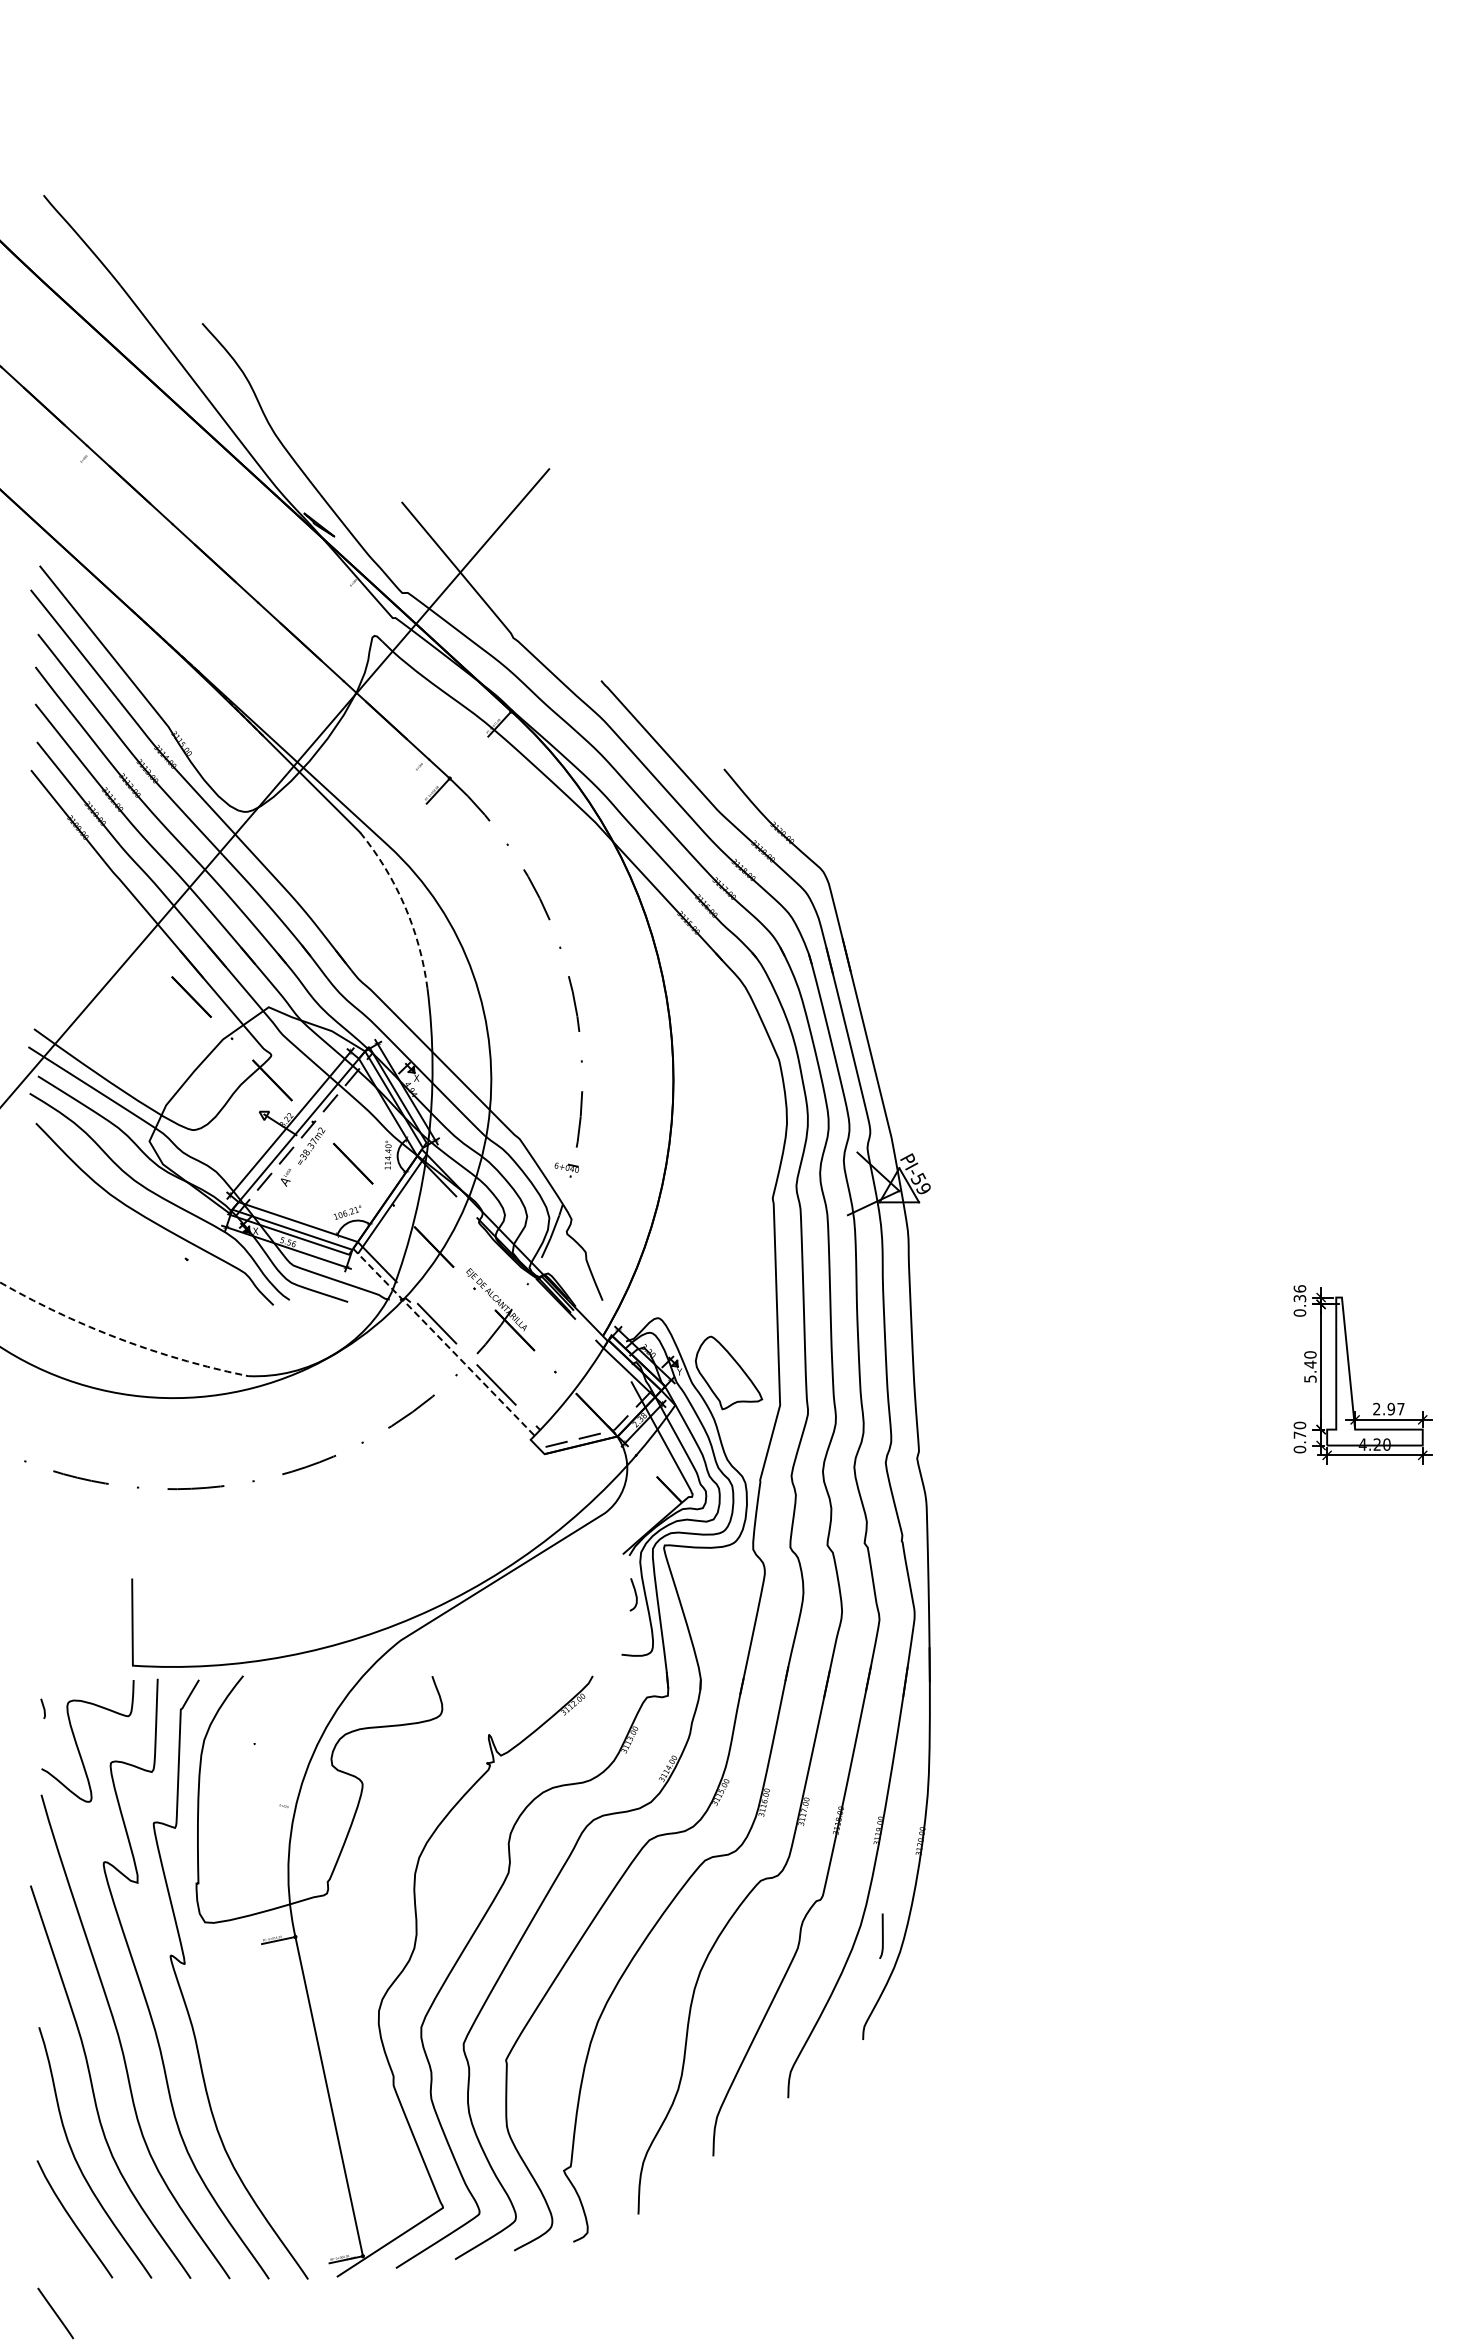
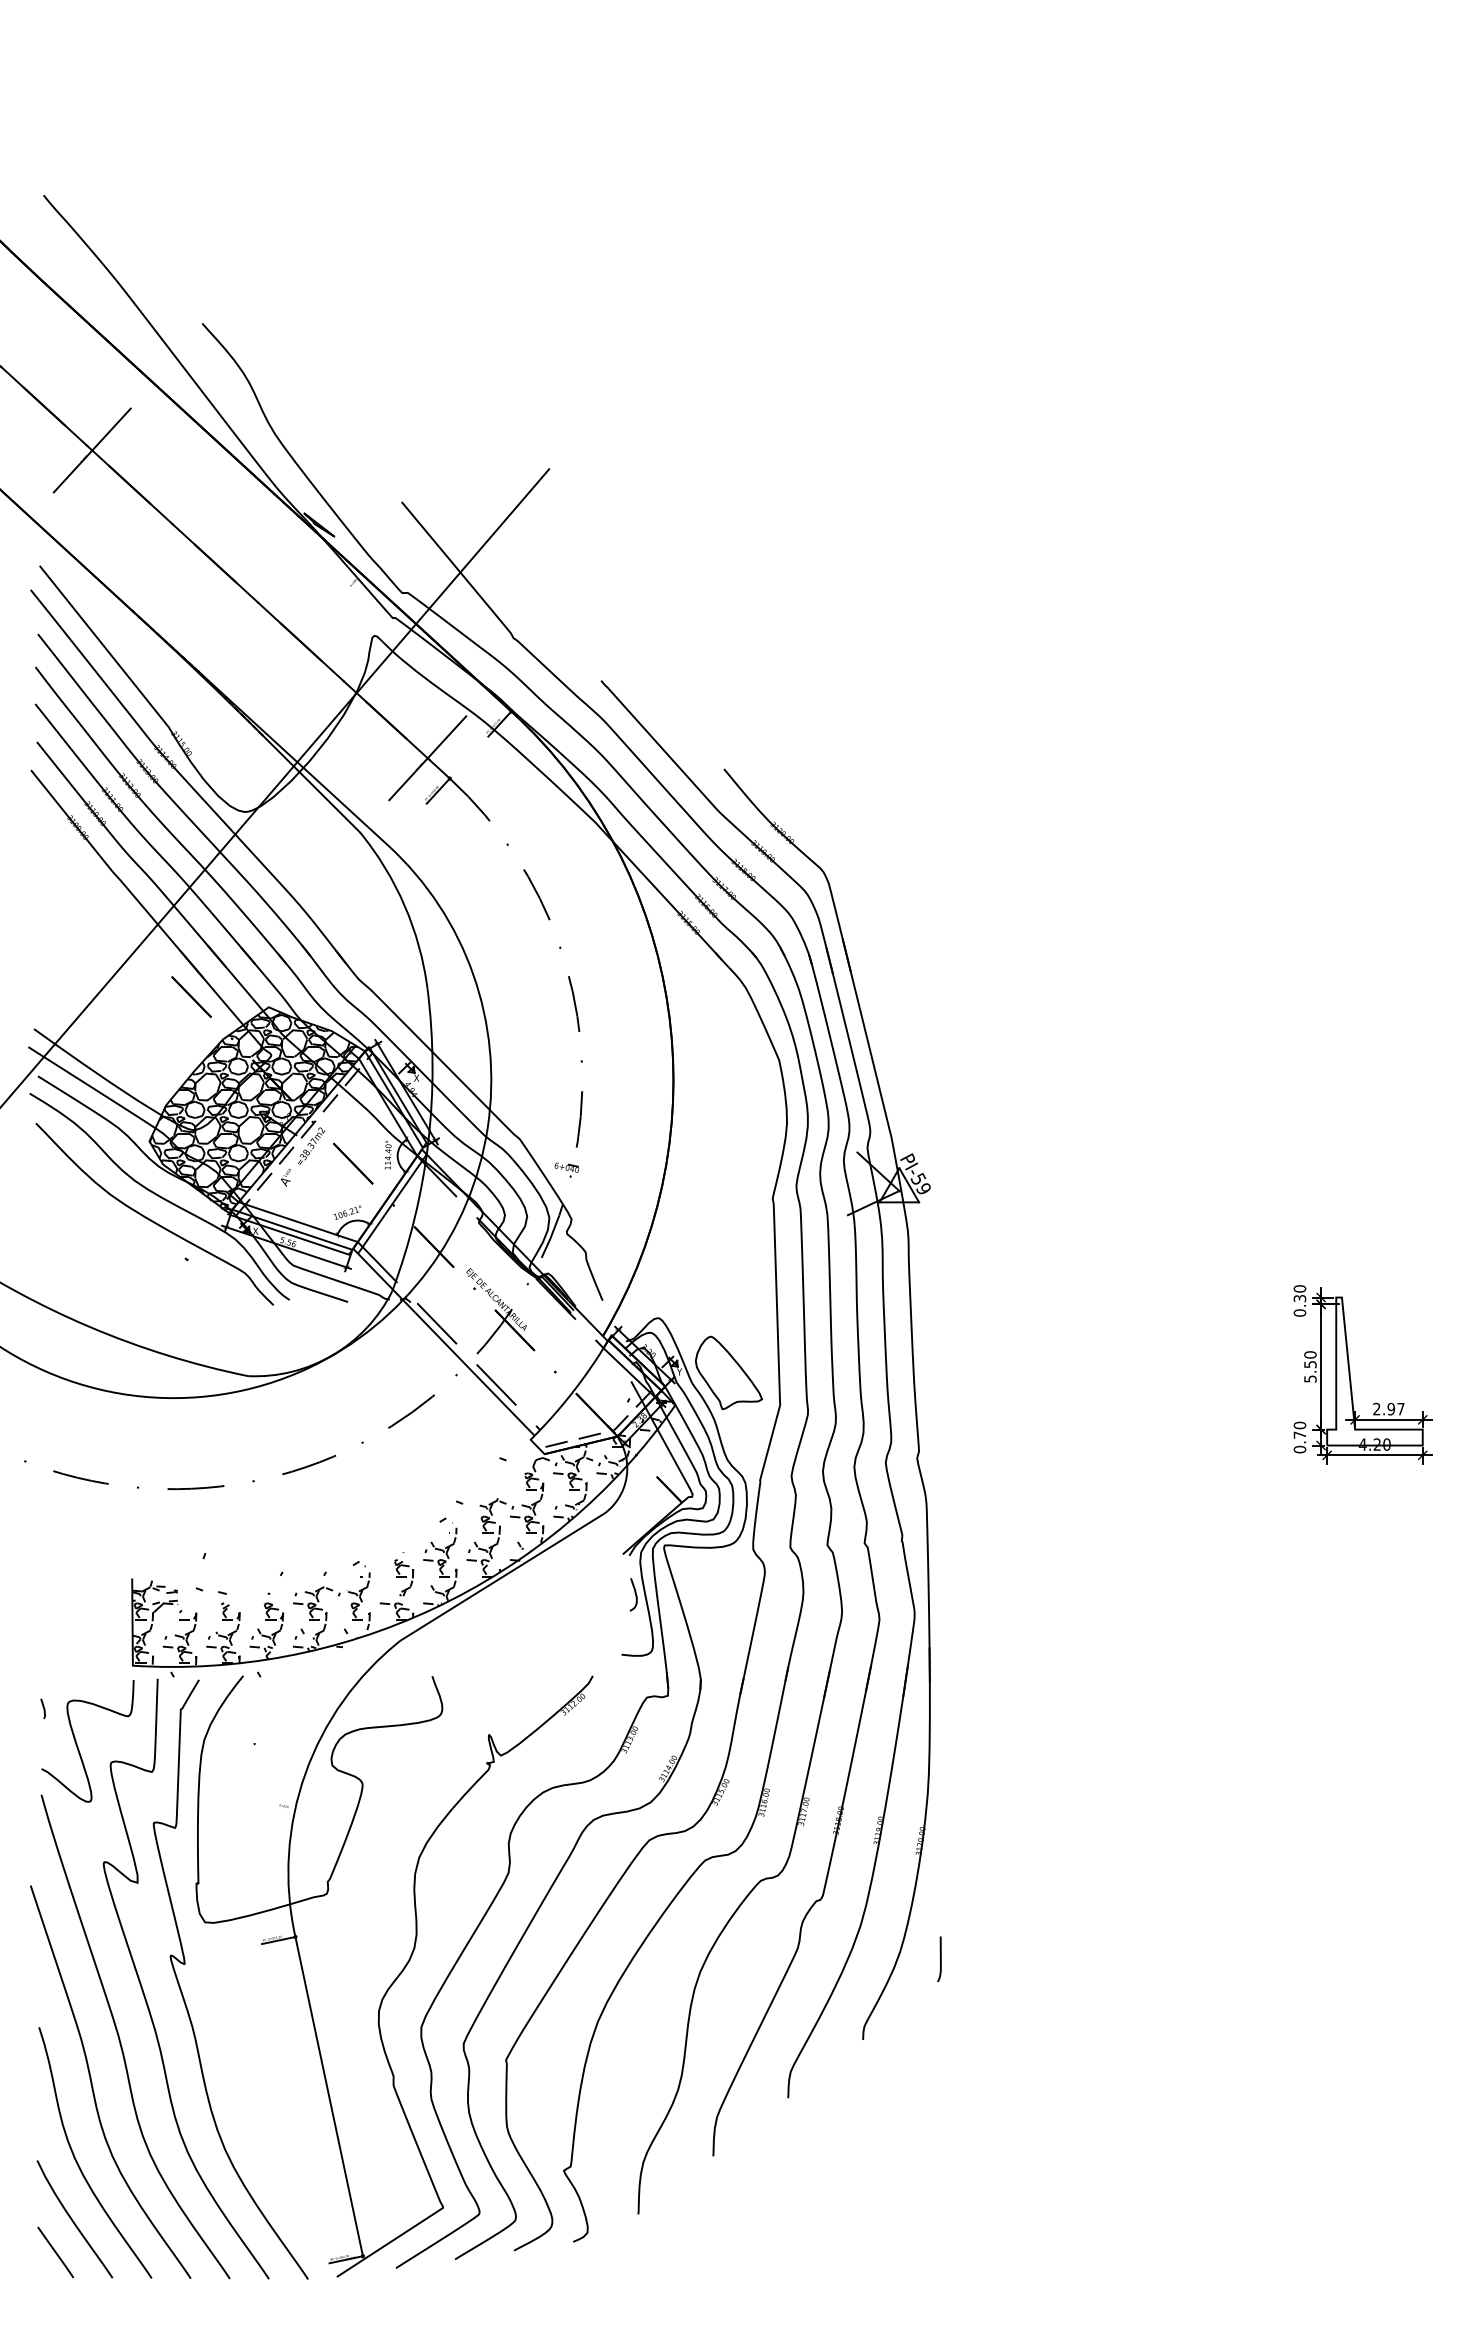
line at (91, 450): none -> present
line at (427, 758): none -> present
arc at (404, 905): dashed -> solid
hatch at (253, 1111): none -> present
text at (1299, 1288): 0.36 -> 0.30
arc at (120, 1339): dashed -> solid
line at (444, 1342): dashed -> solid
text at (1310, 1364): 5.40 -> 5.50
hatch at (402, 1534): none -> present
curve at (882, 1935) position: (882, 1935) -> (940, 1958)
line at (55, 2313) position: (55, 2313) -> (55, 2252)
